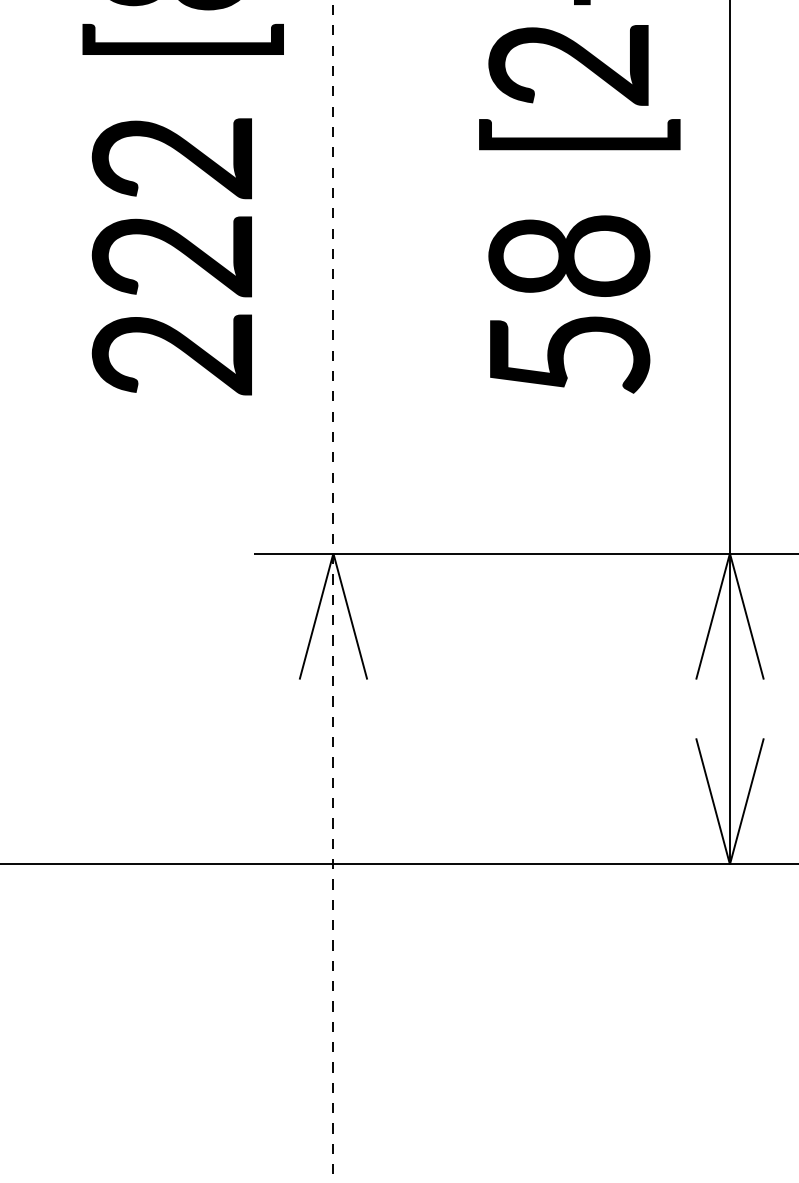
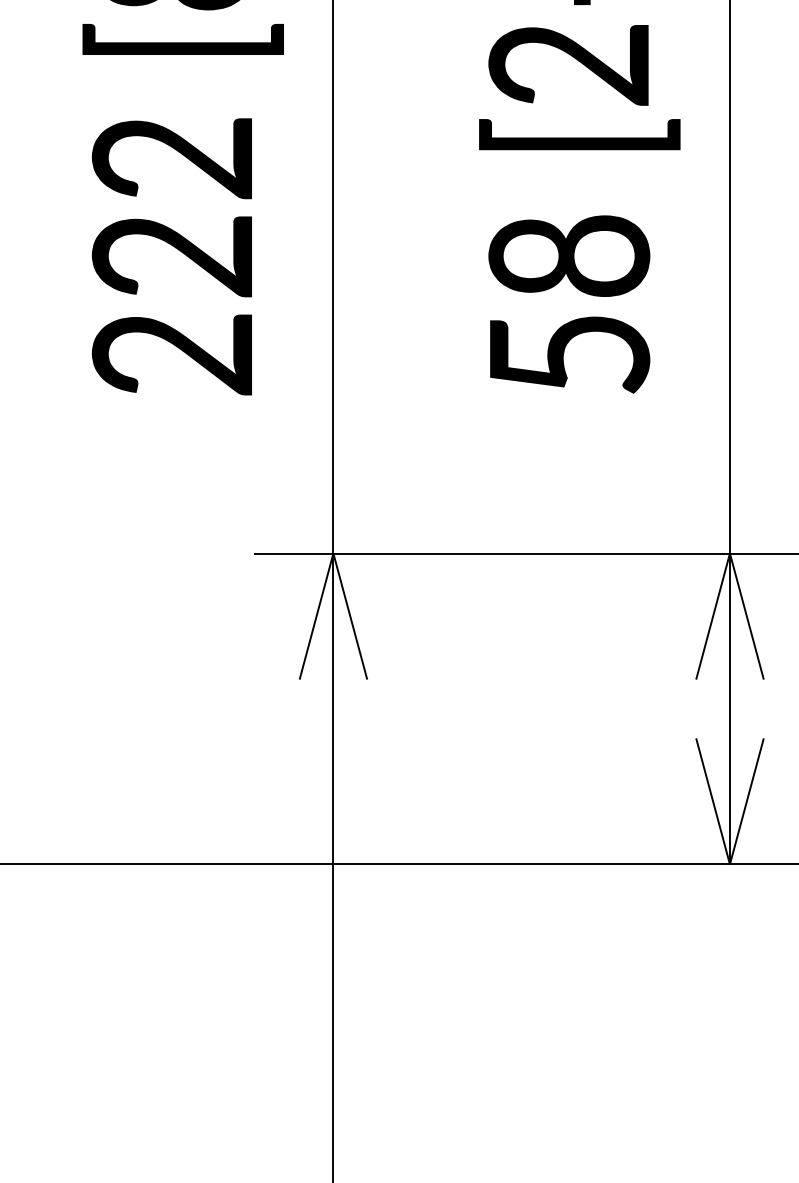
line at (333, 591): dashed -> solid
